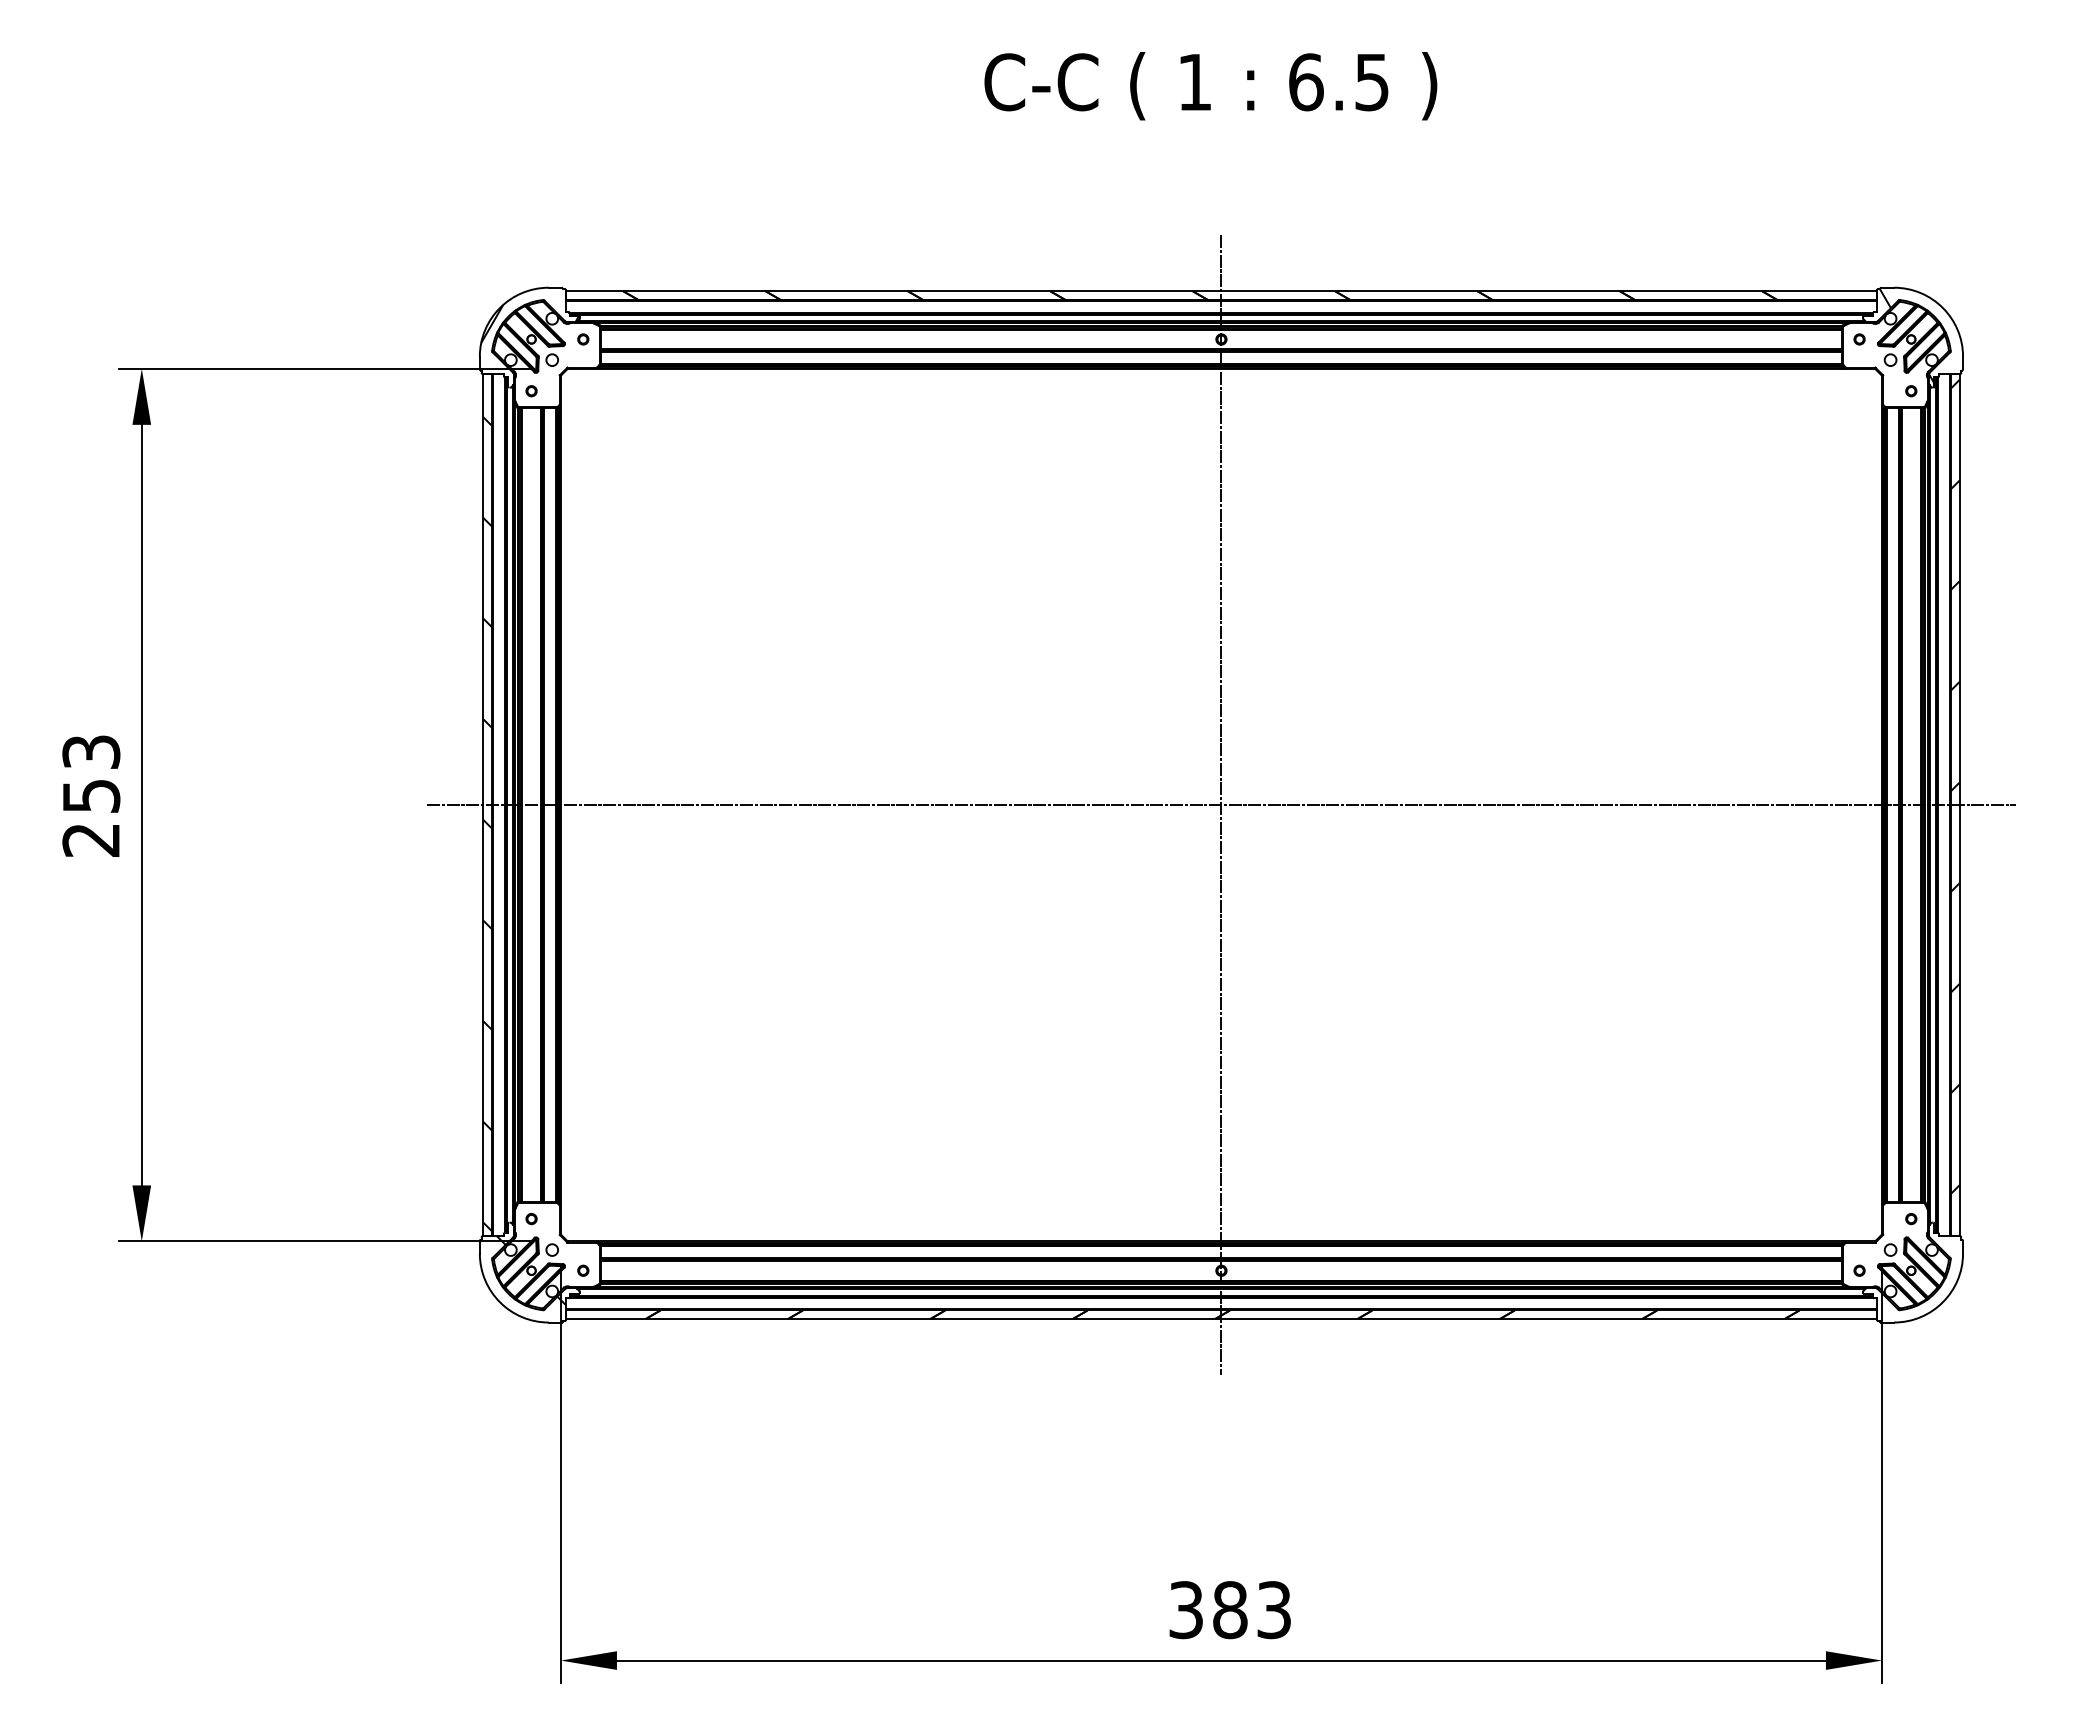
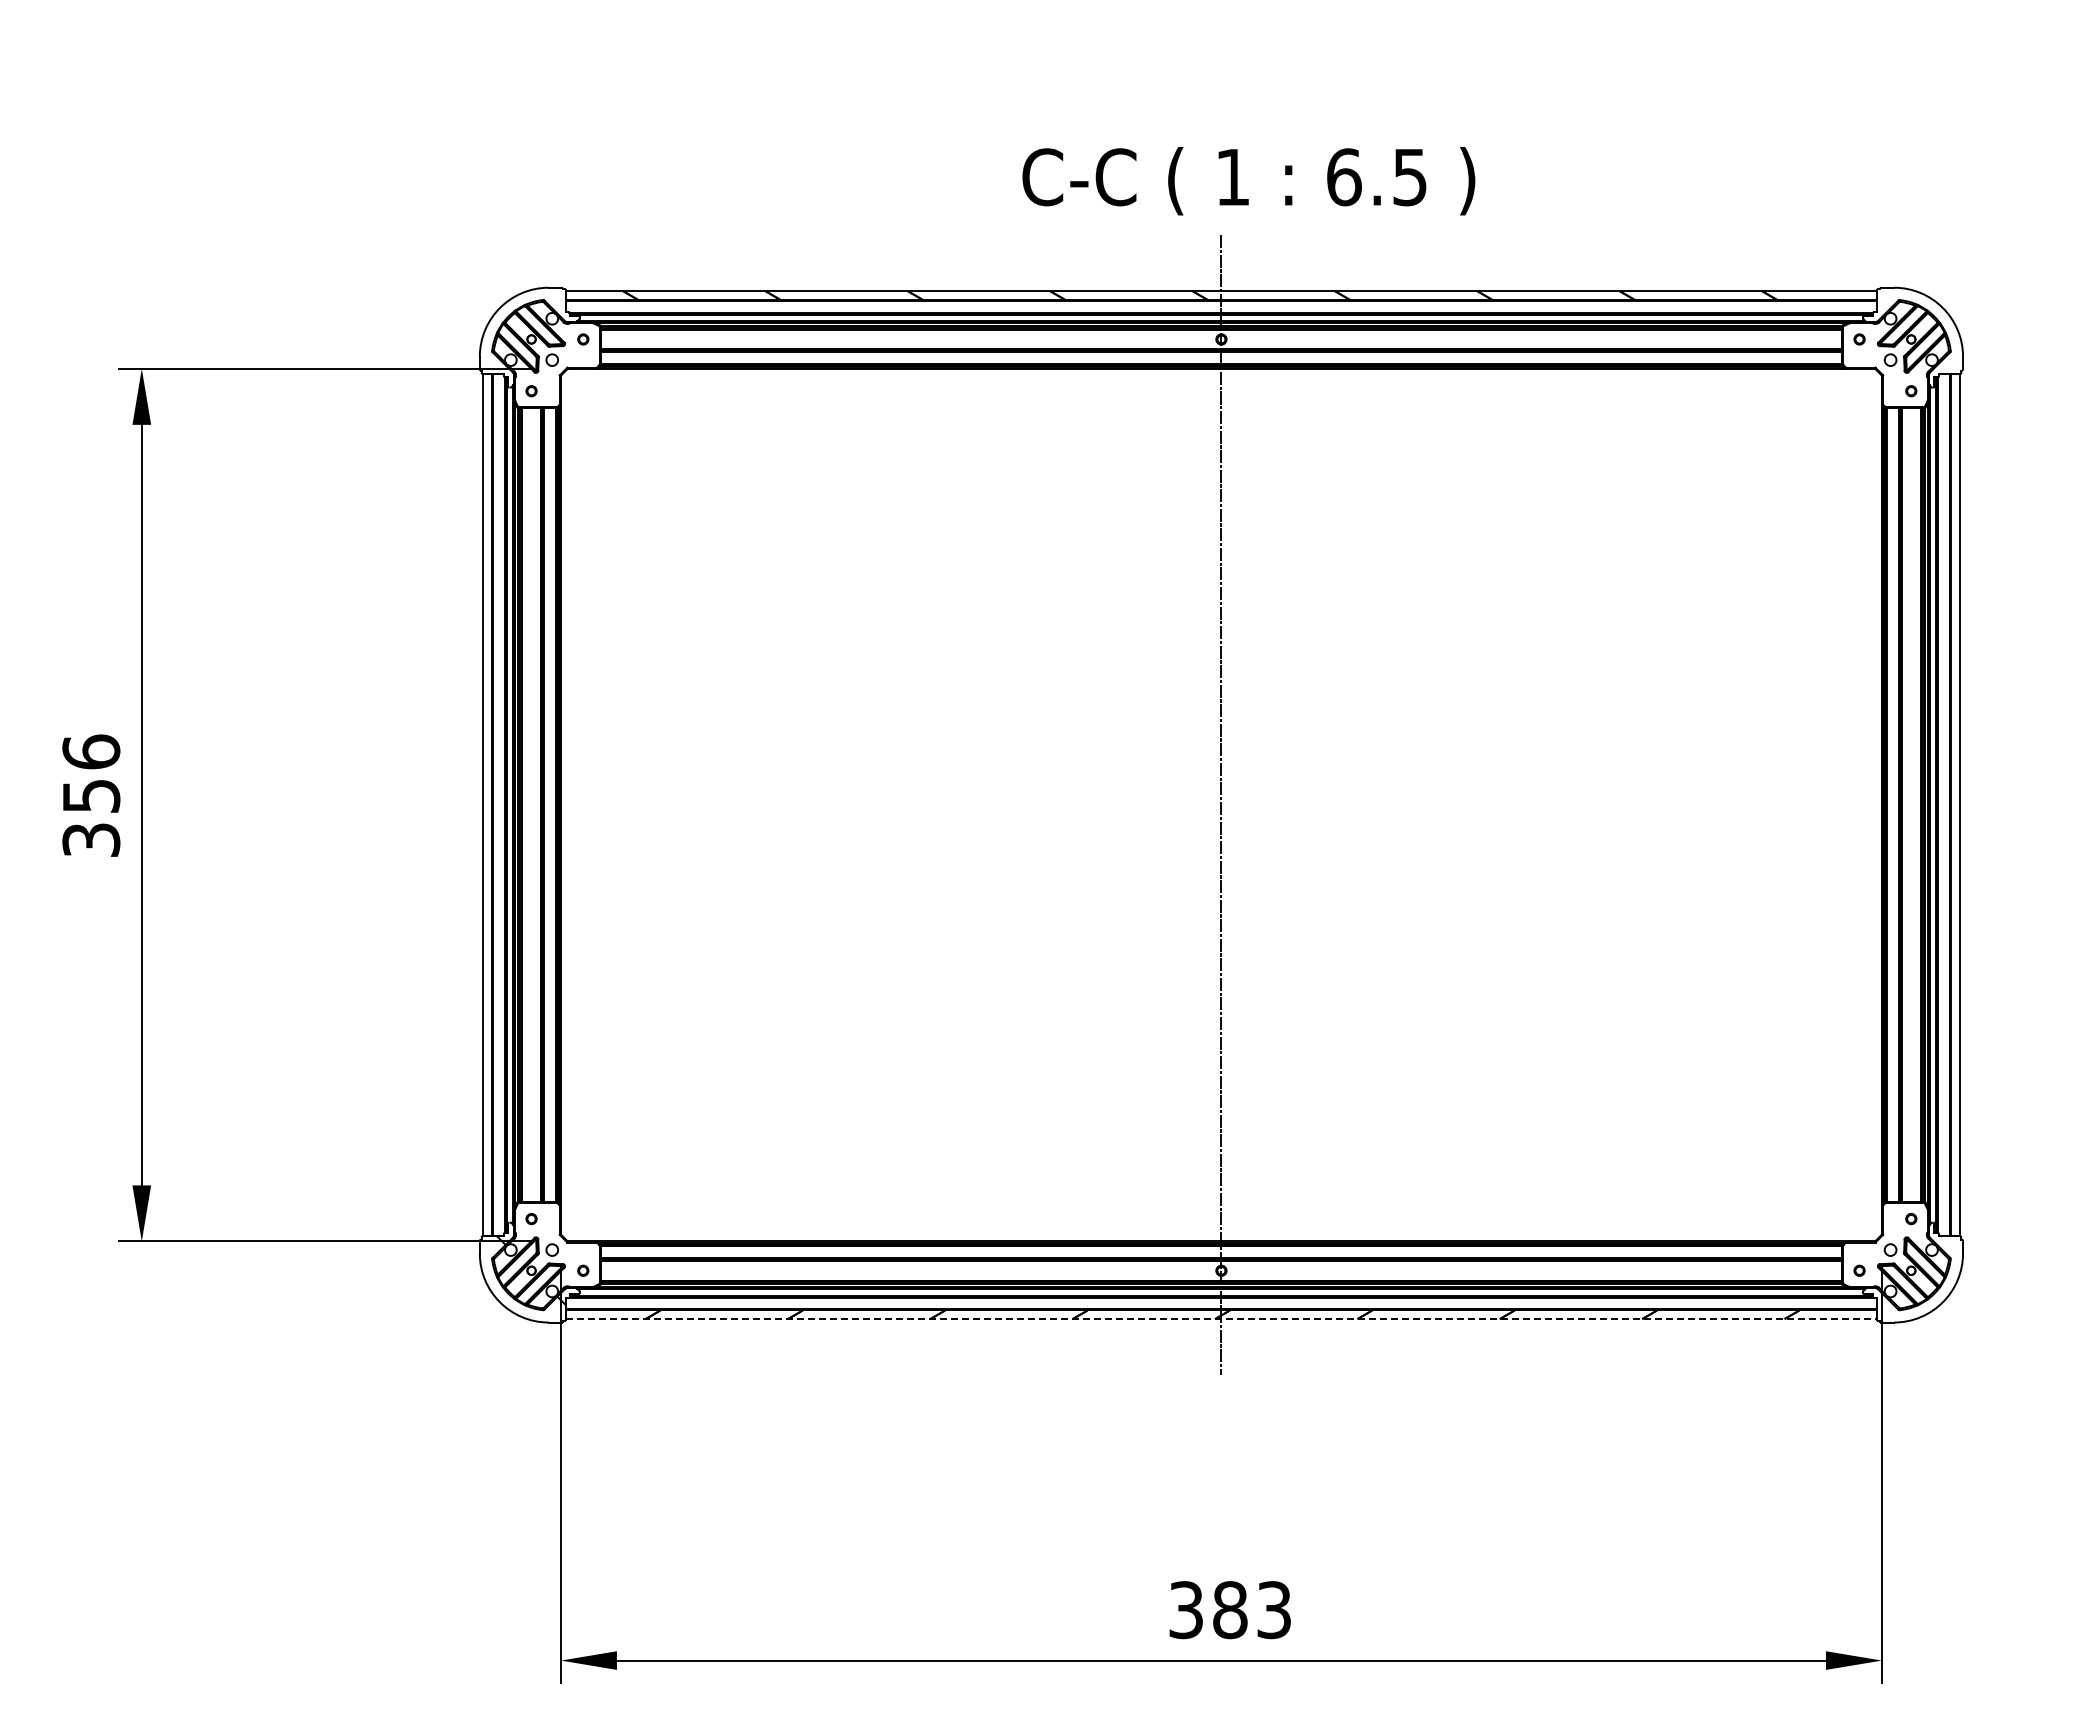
text at (1210, 86) position: (1210, 86) -> (1248, 181)
hatch at (529, 323): present -> none
hatch at (1907, 336): present -> none
hatch at (1954, 786): present -> none
text at (91, 795): 253 -> 356
line at (1221, 805): present -> none
hatch at (487, 824): present -> none
line at (1221, 1319): solid -> dashed
